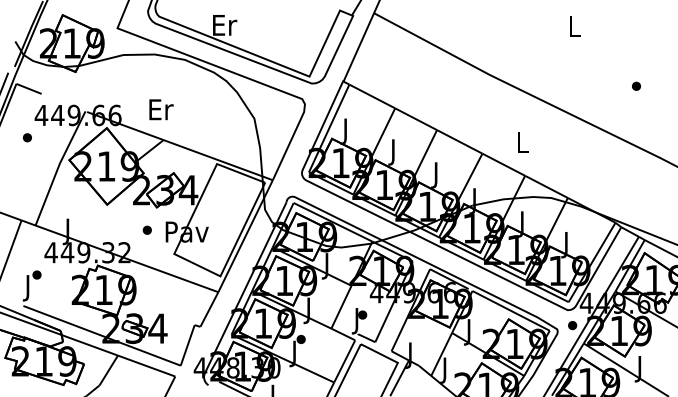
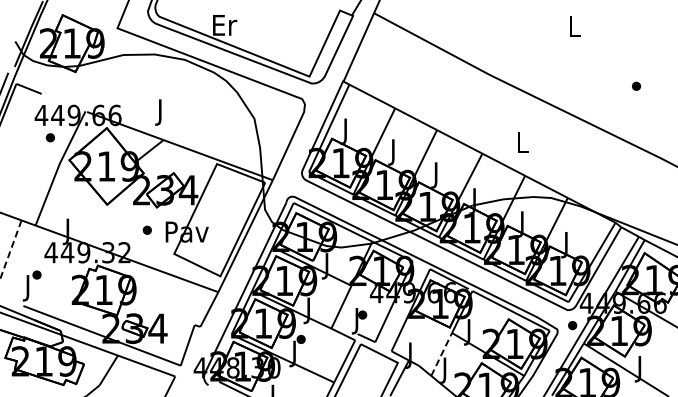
text at (161, 112): Er -> J
part at (27, 137) position: (27, 137) -> (50, 137)
line at (10, 250): solid -> dashed
line at (441, 354): solid -> dashed
